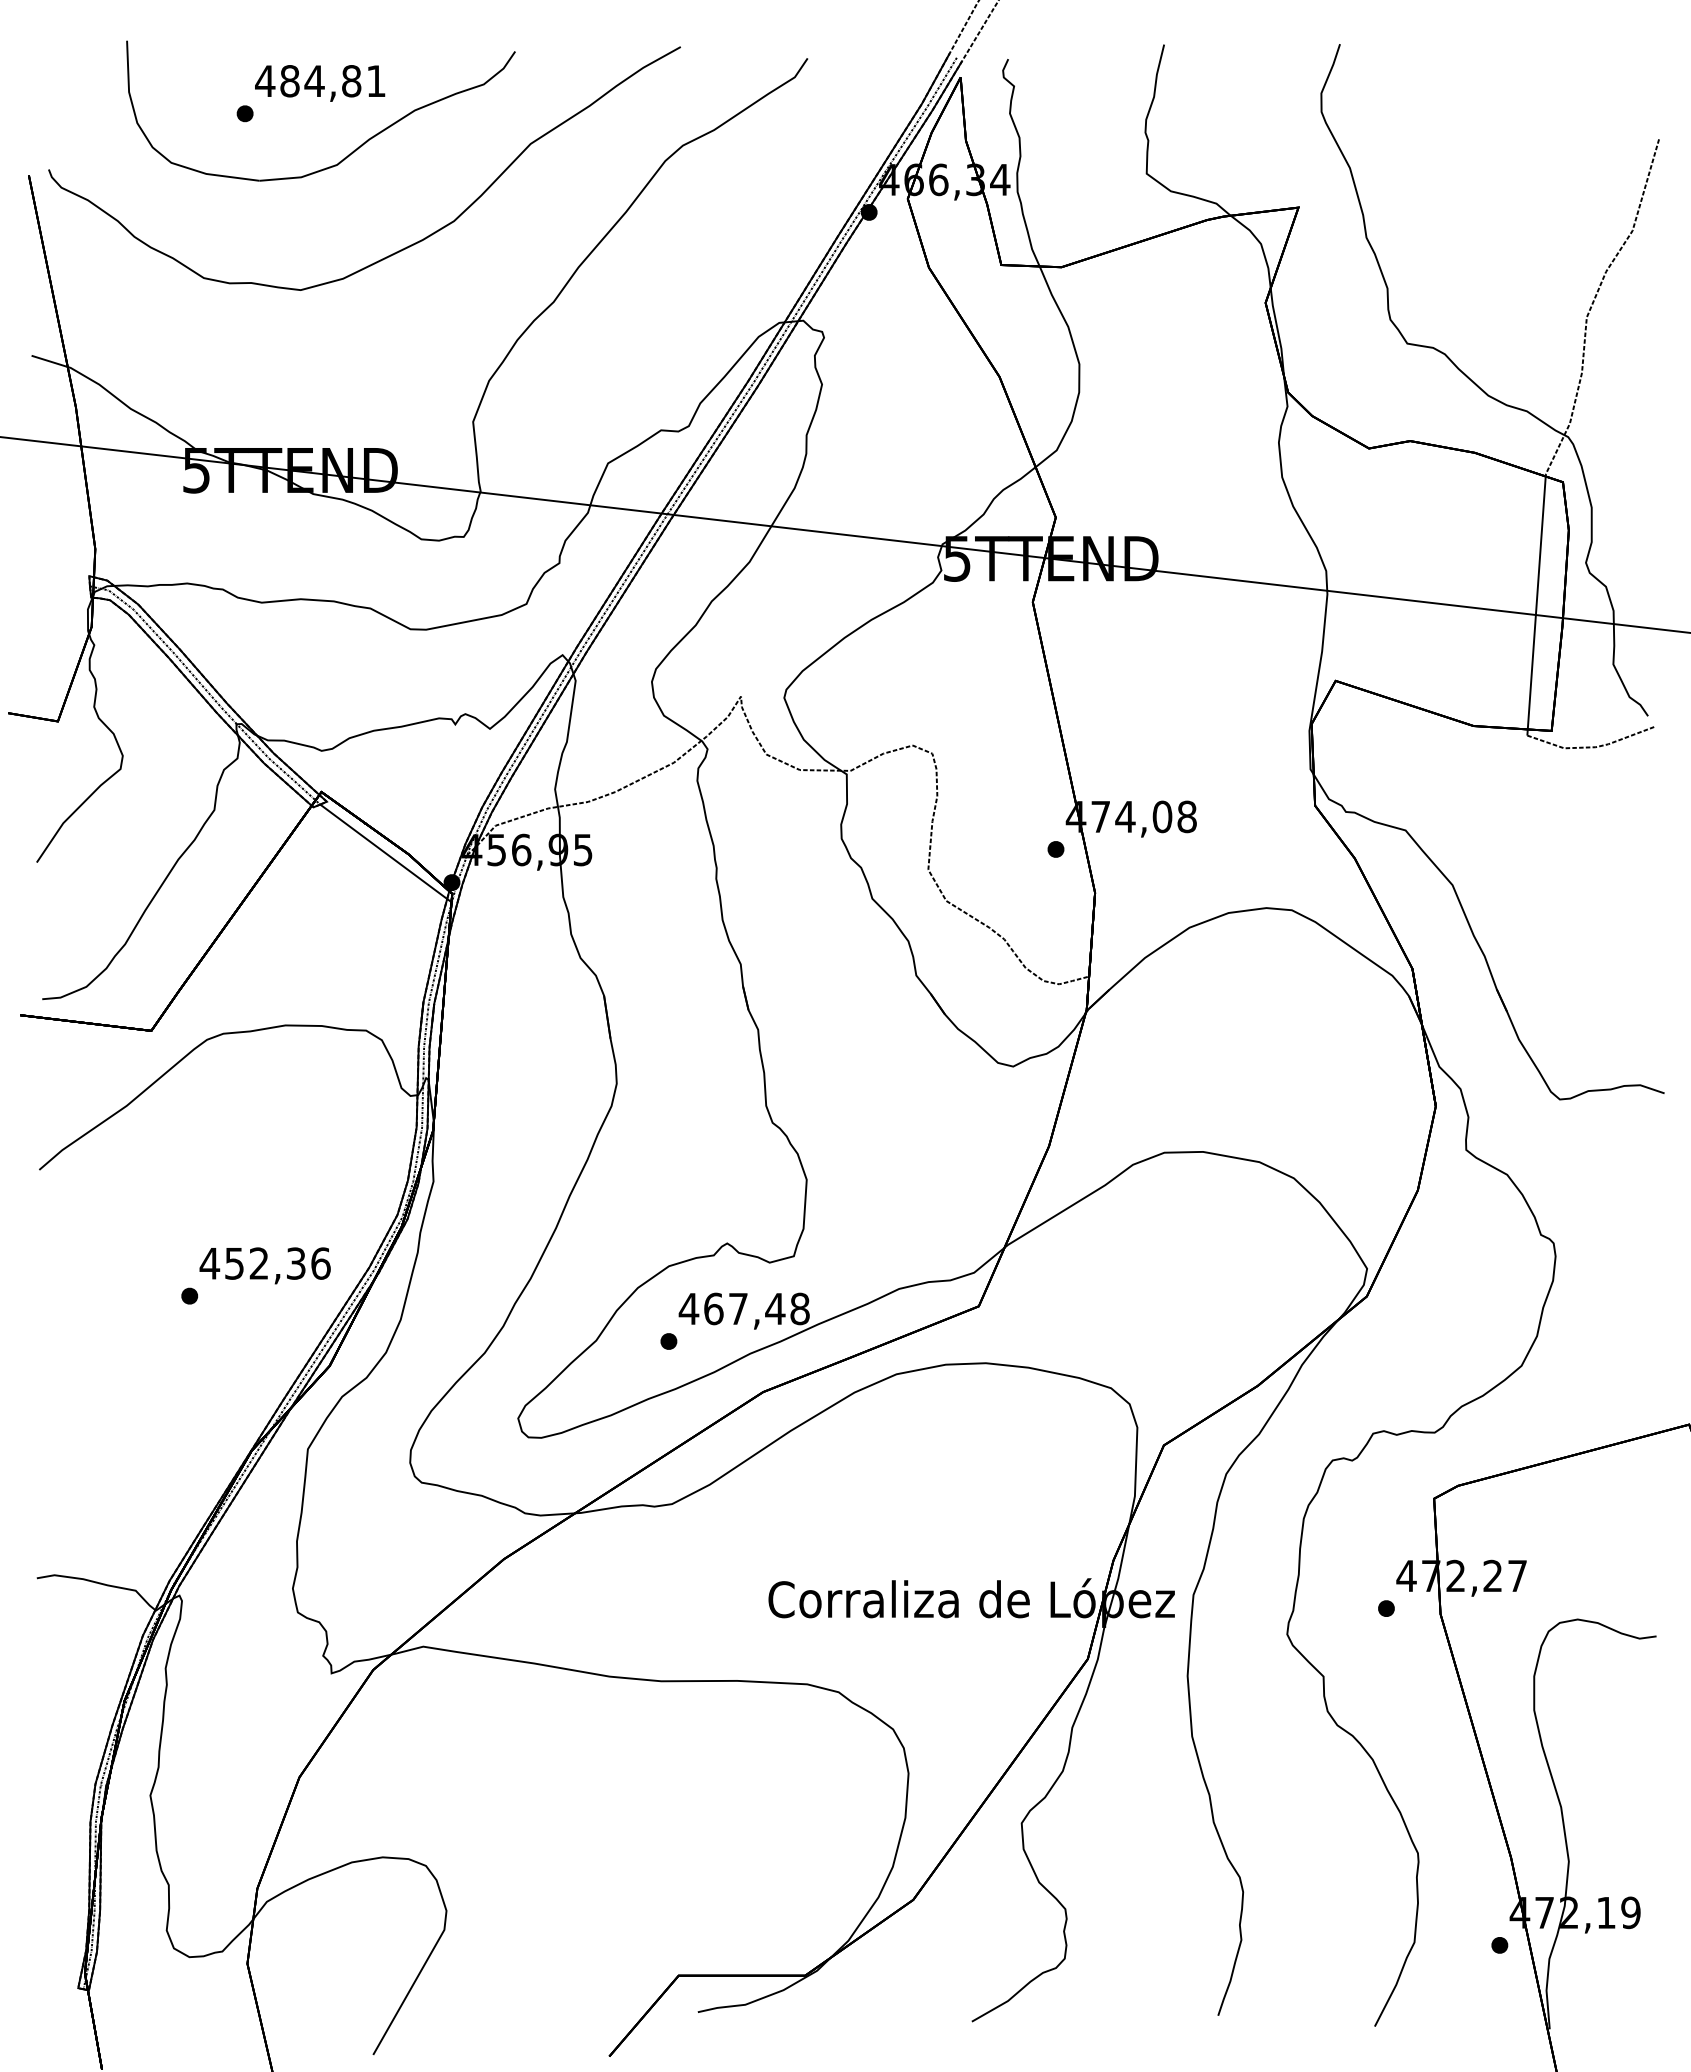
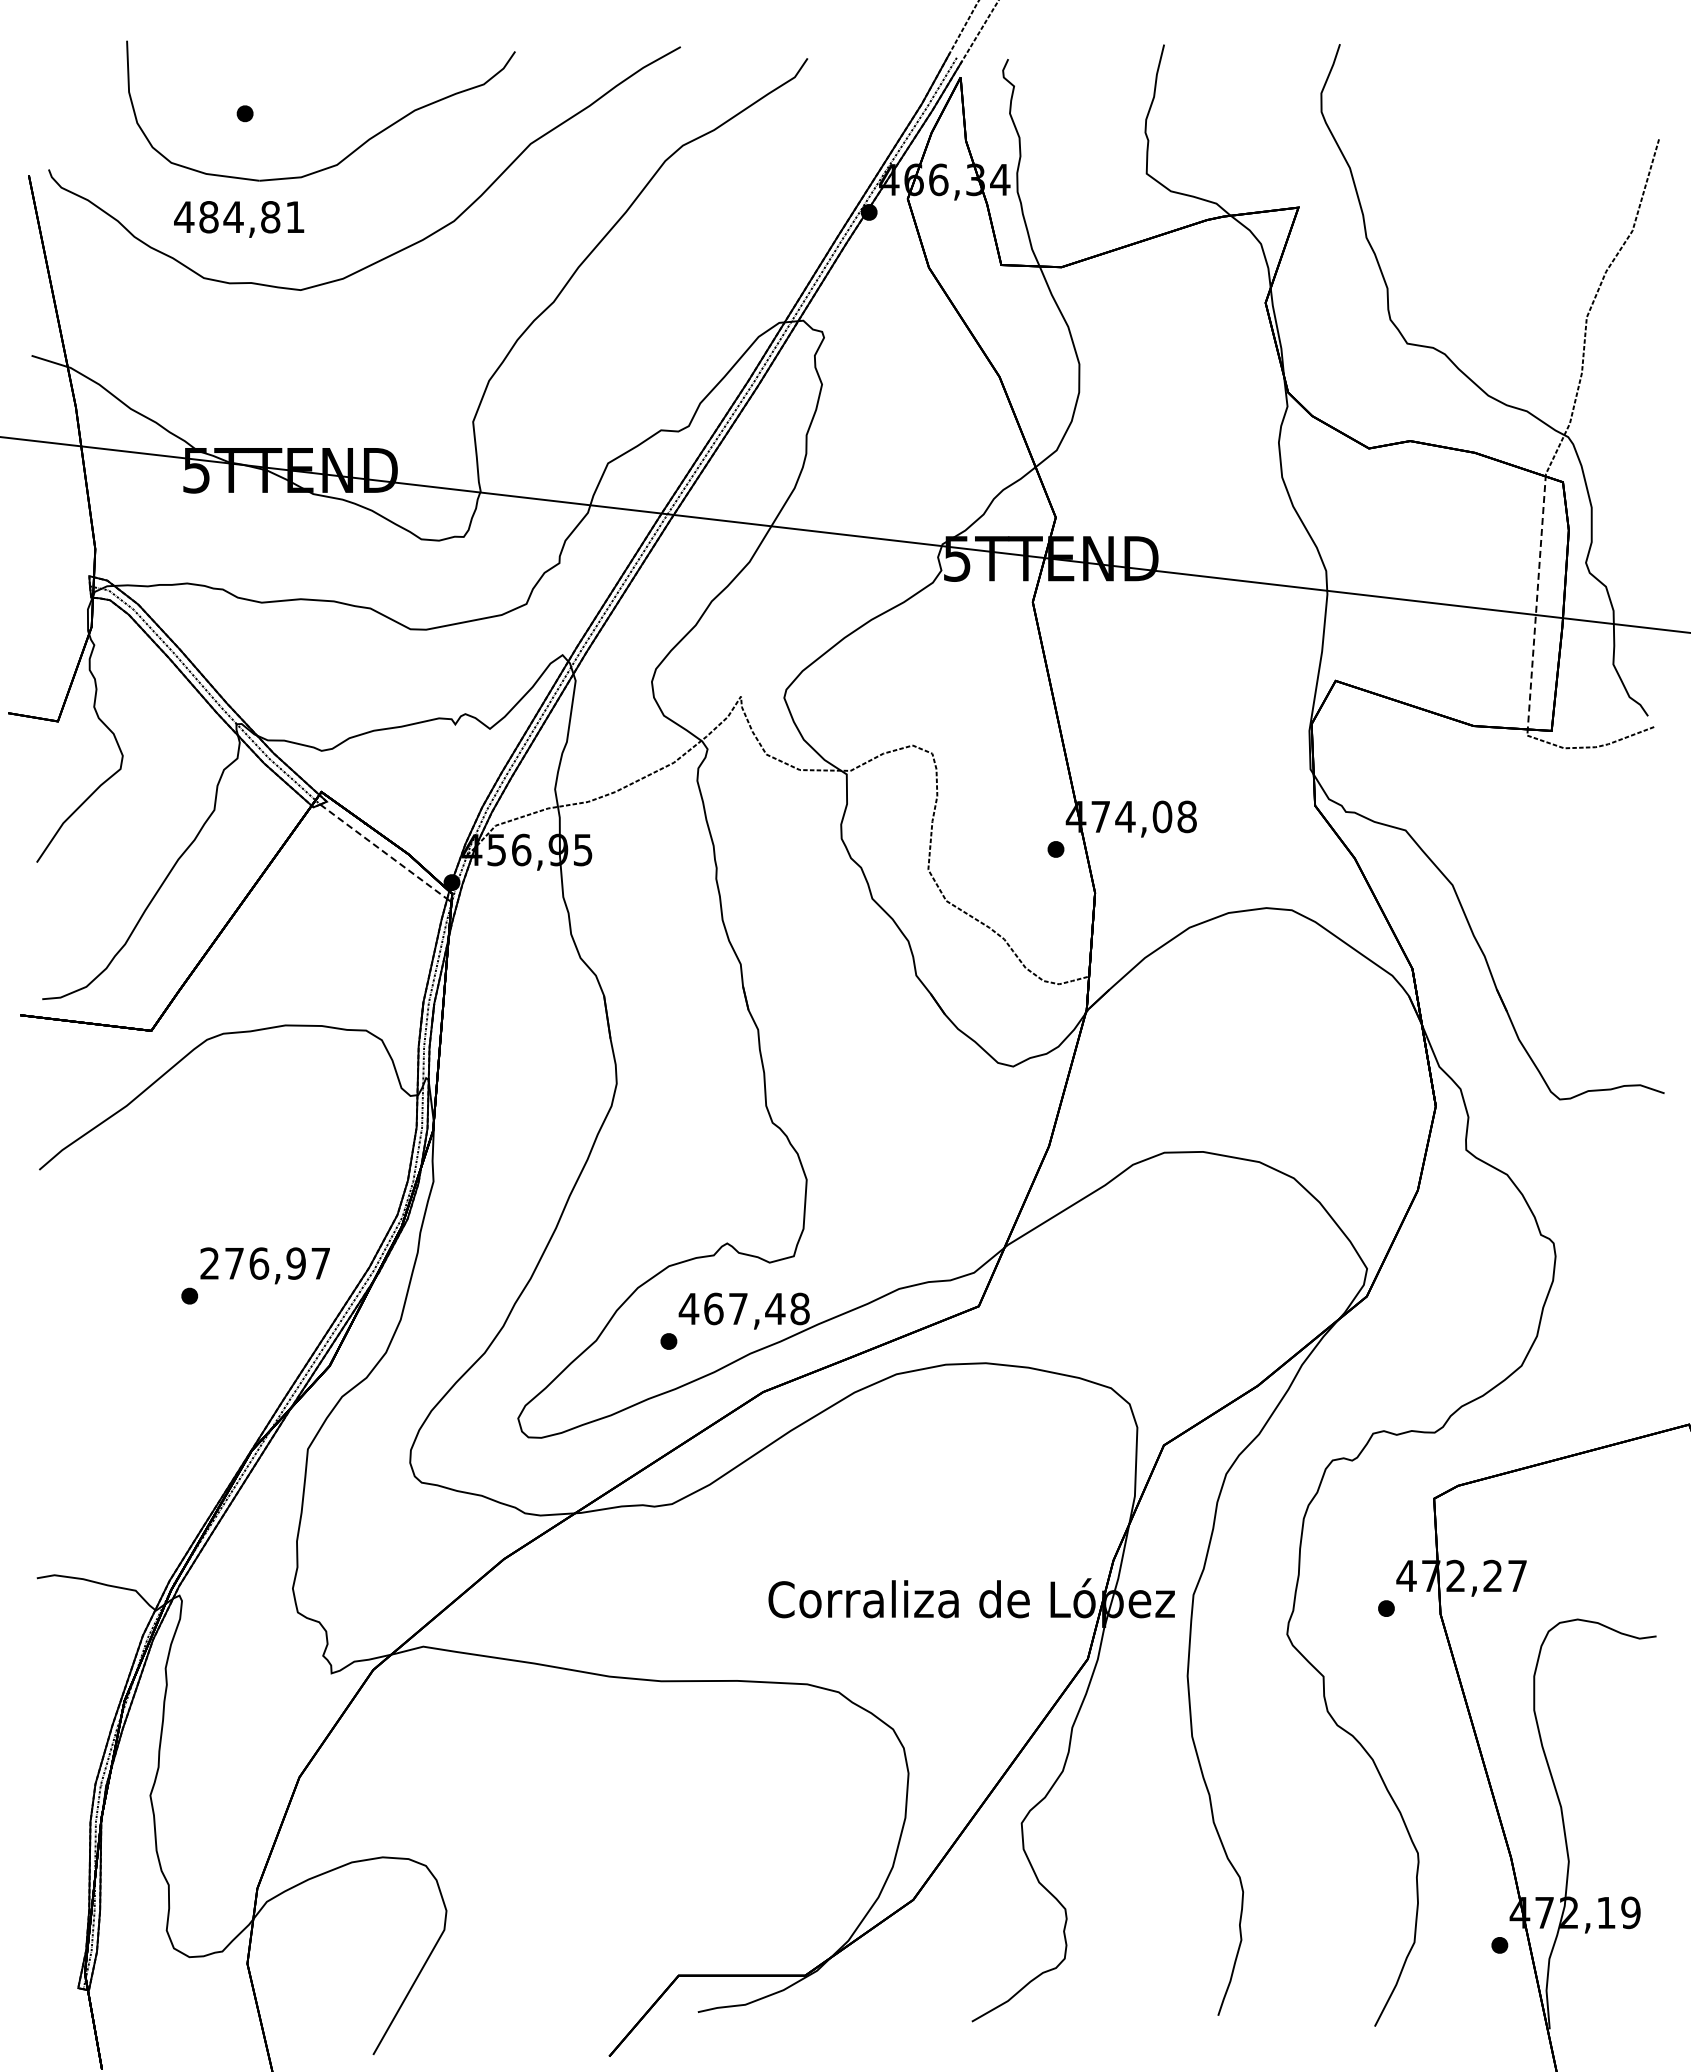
text at (320, 83) position: (320, 83) -> (239, 219)
line at (1536, 605): solid -> dashed
line at (384, 852): solid -> dashed
text at (264, 1263): 452,36 -> 276,97
